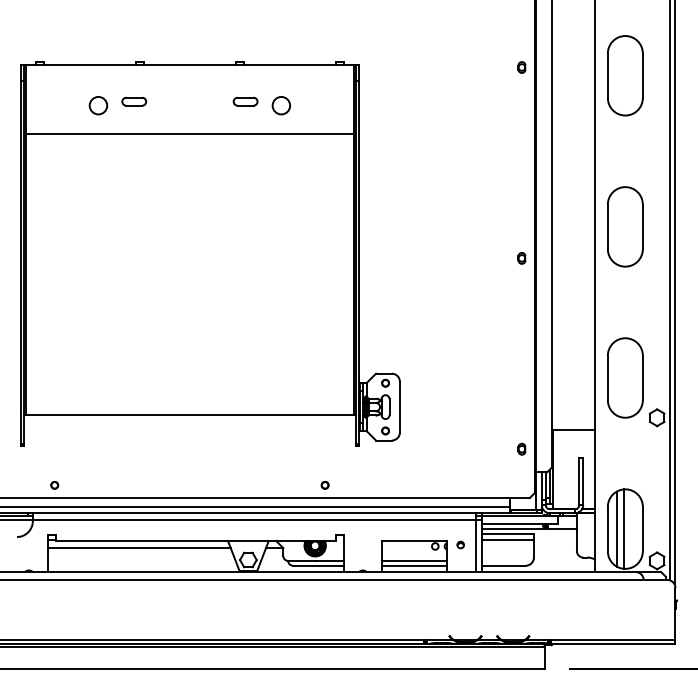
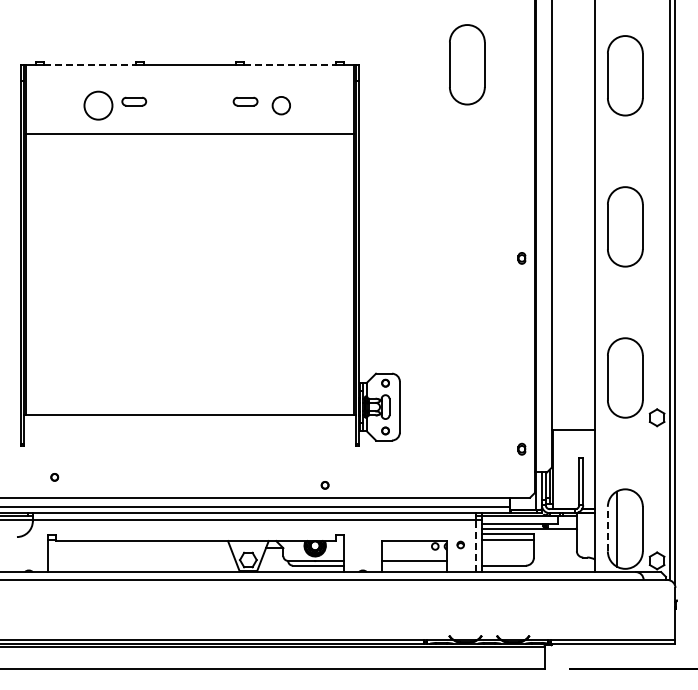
part at (467, 64): none -> present
line at (90, 65): solid -> dashed
line at (290, 65): solid -> dashed
part at (521, 67): present -> none
circle at (98, 105) diameter: 17 px -> 28 px
part at (54, 485) position: (54, 485) -> (54, 477)
line at (607, 528): solid -> dashed
line at (623, 528): present -> none
line at (475, 545): solid -> dashed
line at (138, 548): present -> none
line at (414, 565): present -> none
